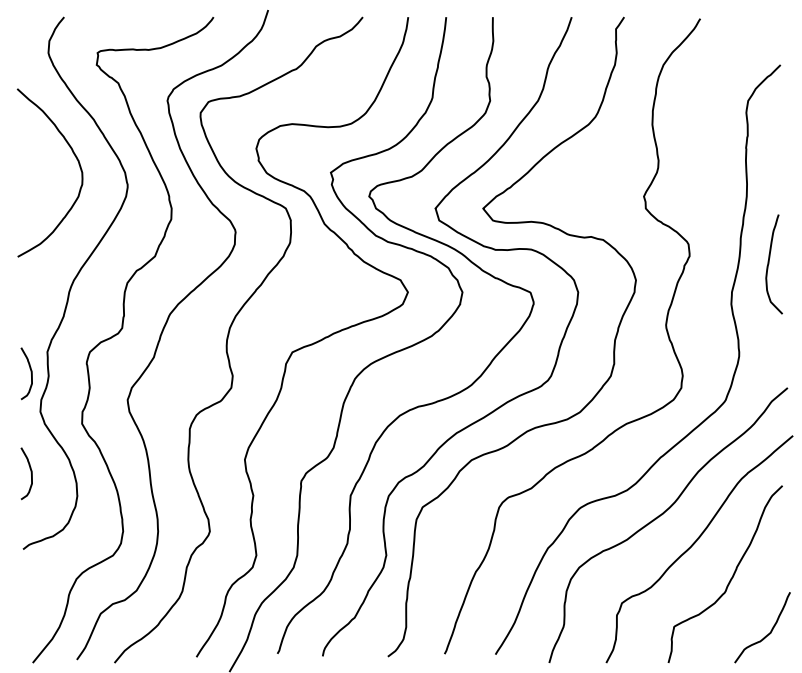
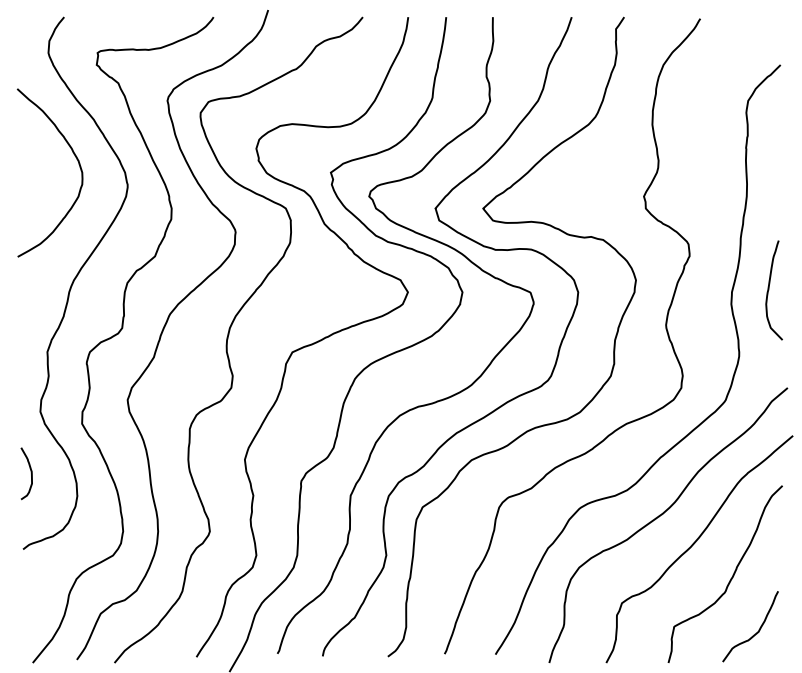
curve at (769, 264) position: (769, 264) -> (769, 290)
curve at (30, 373): present -> none
curve at (768, 633) position: (768, 633) -> (756, 632)
